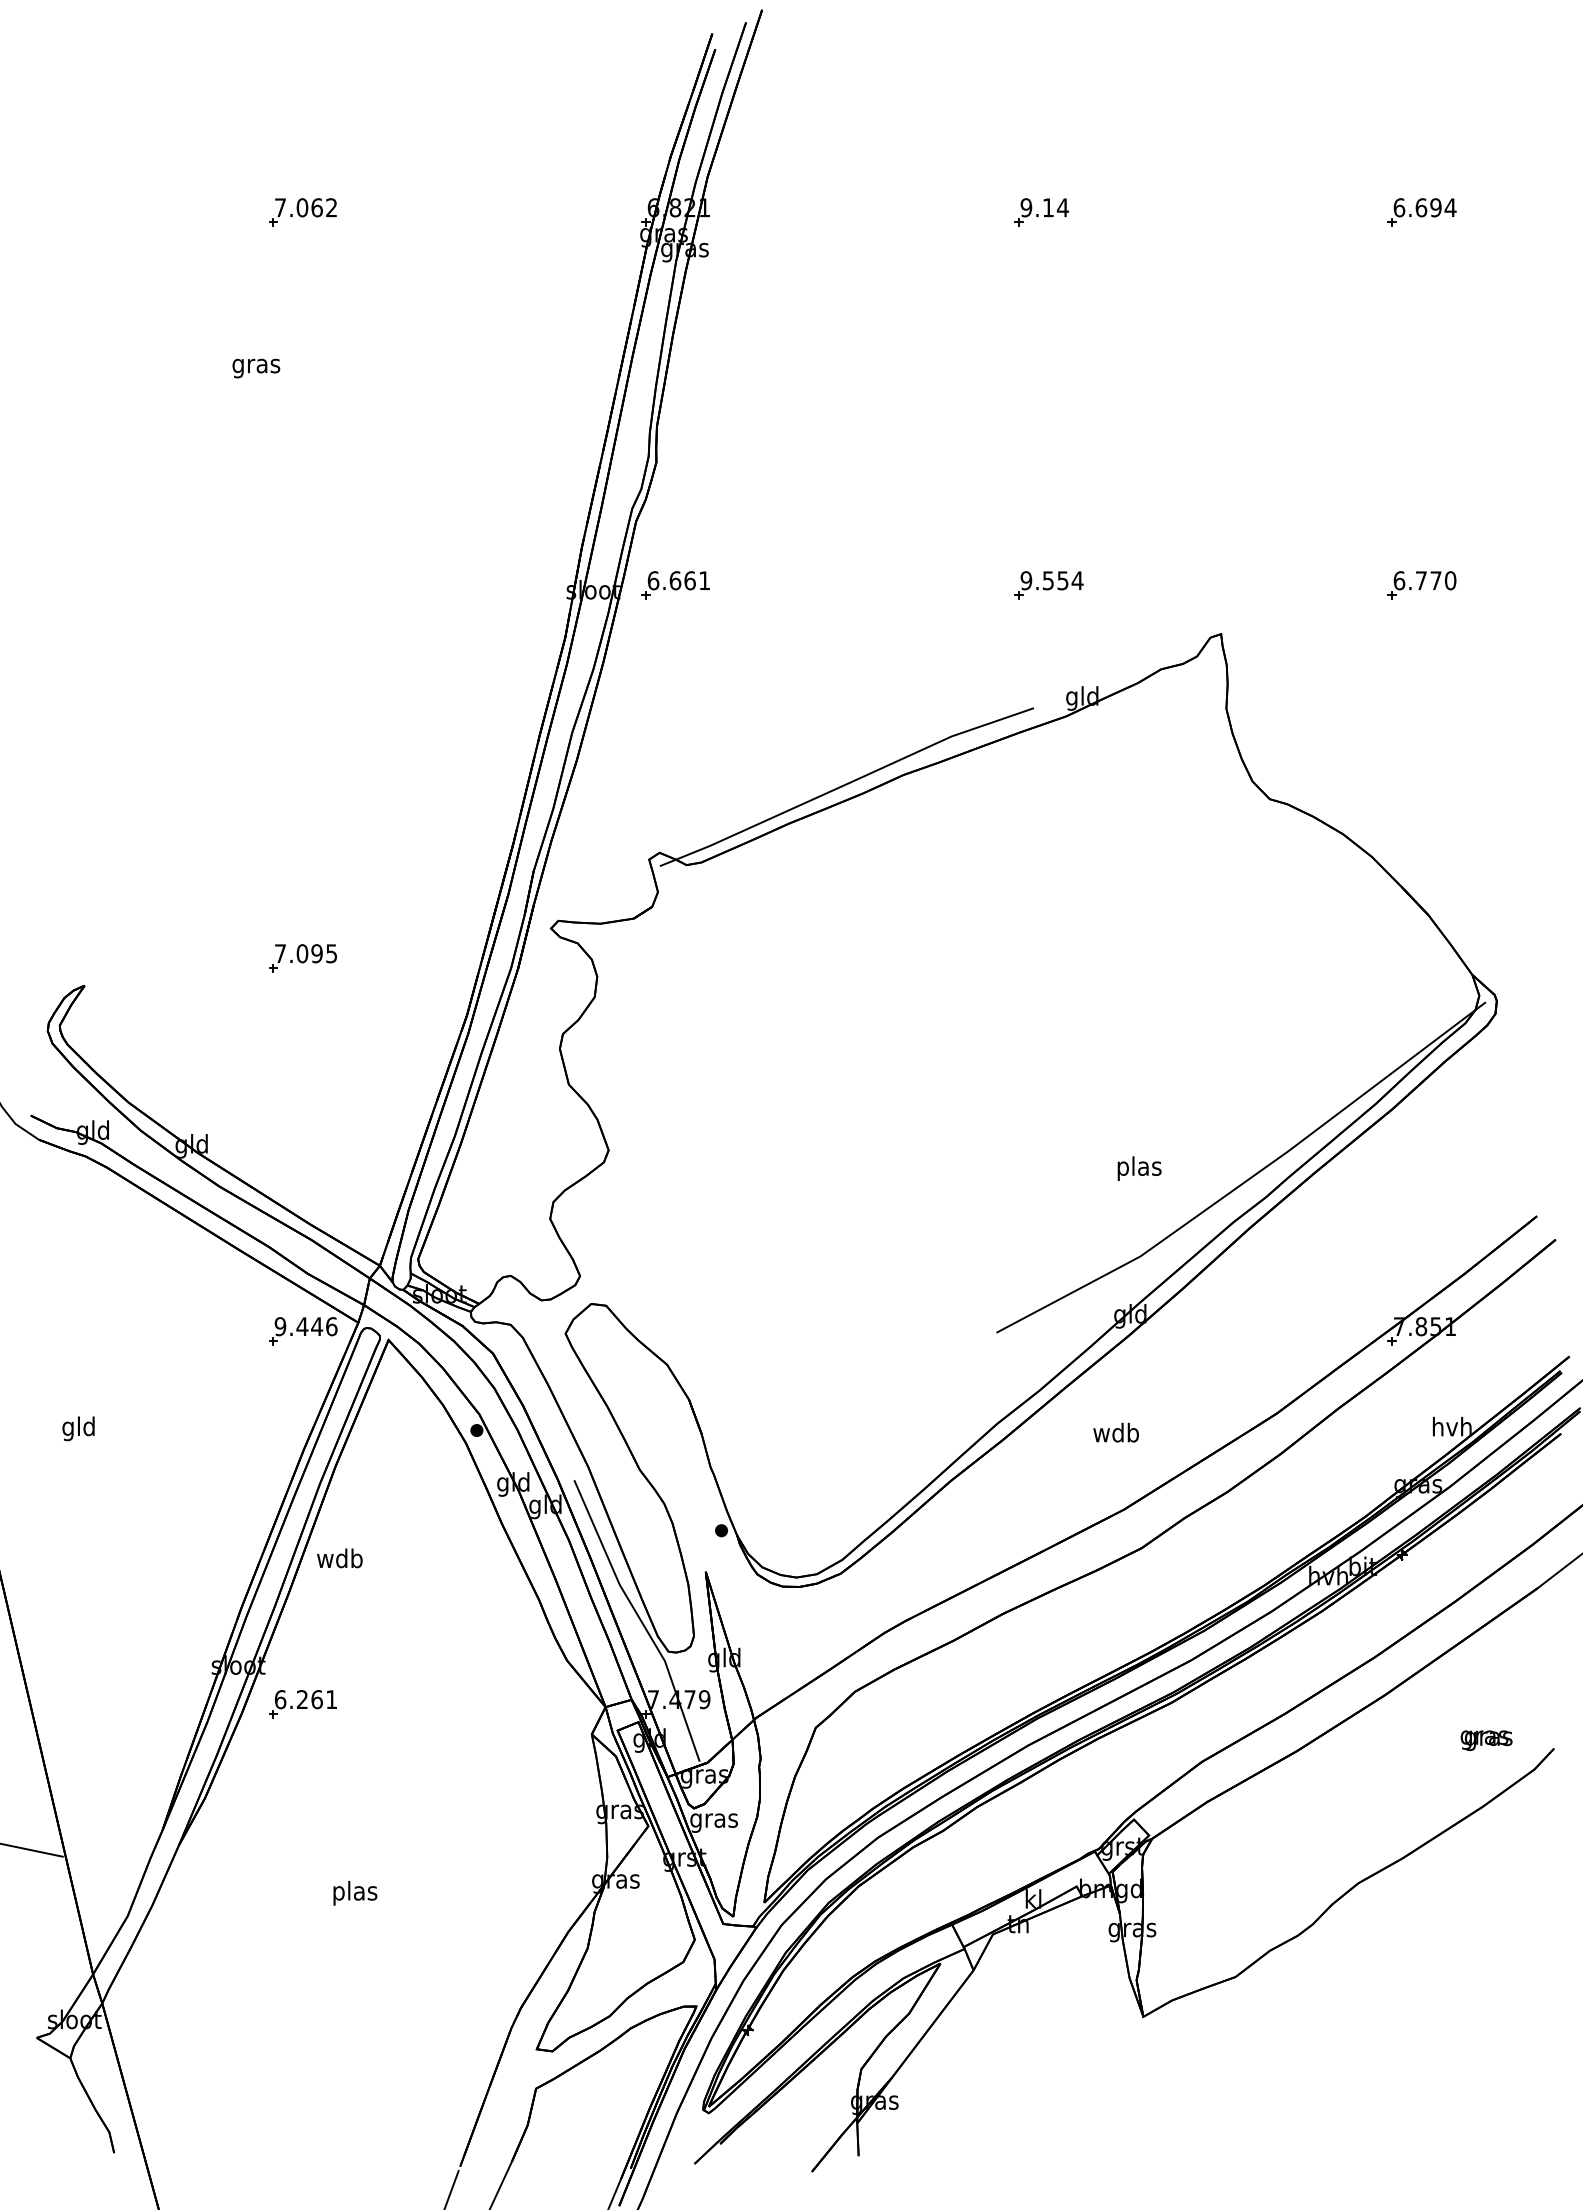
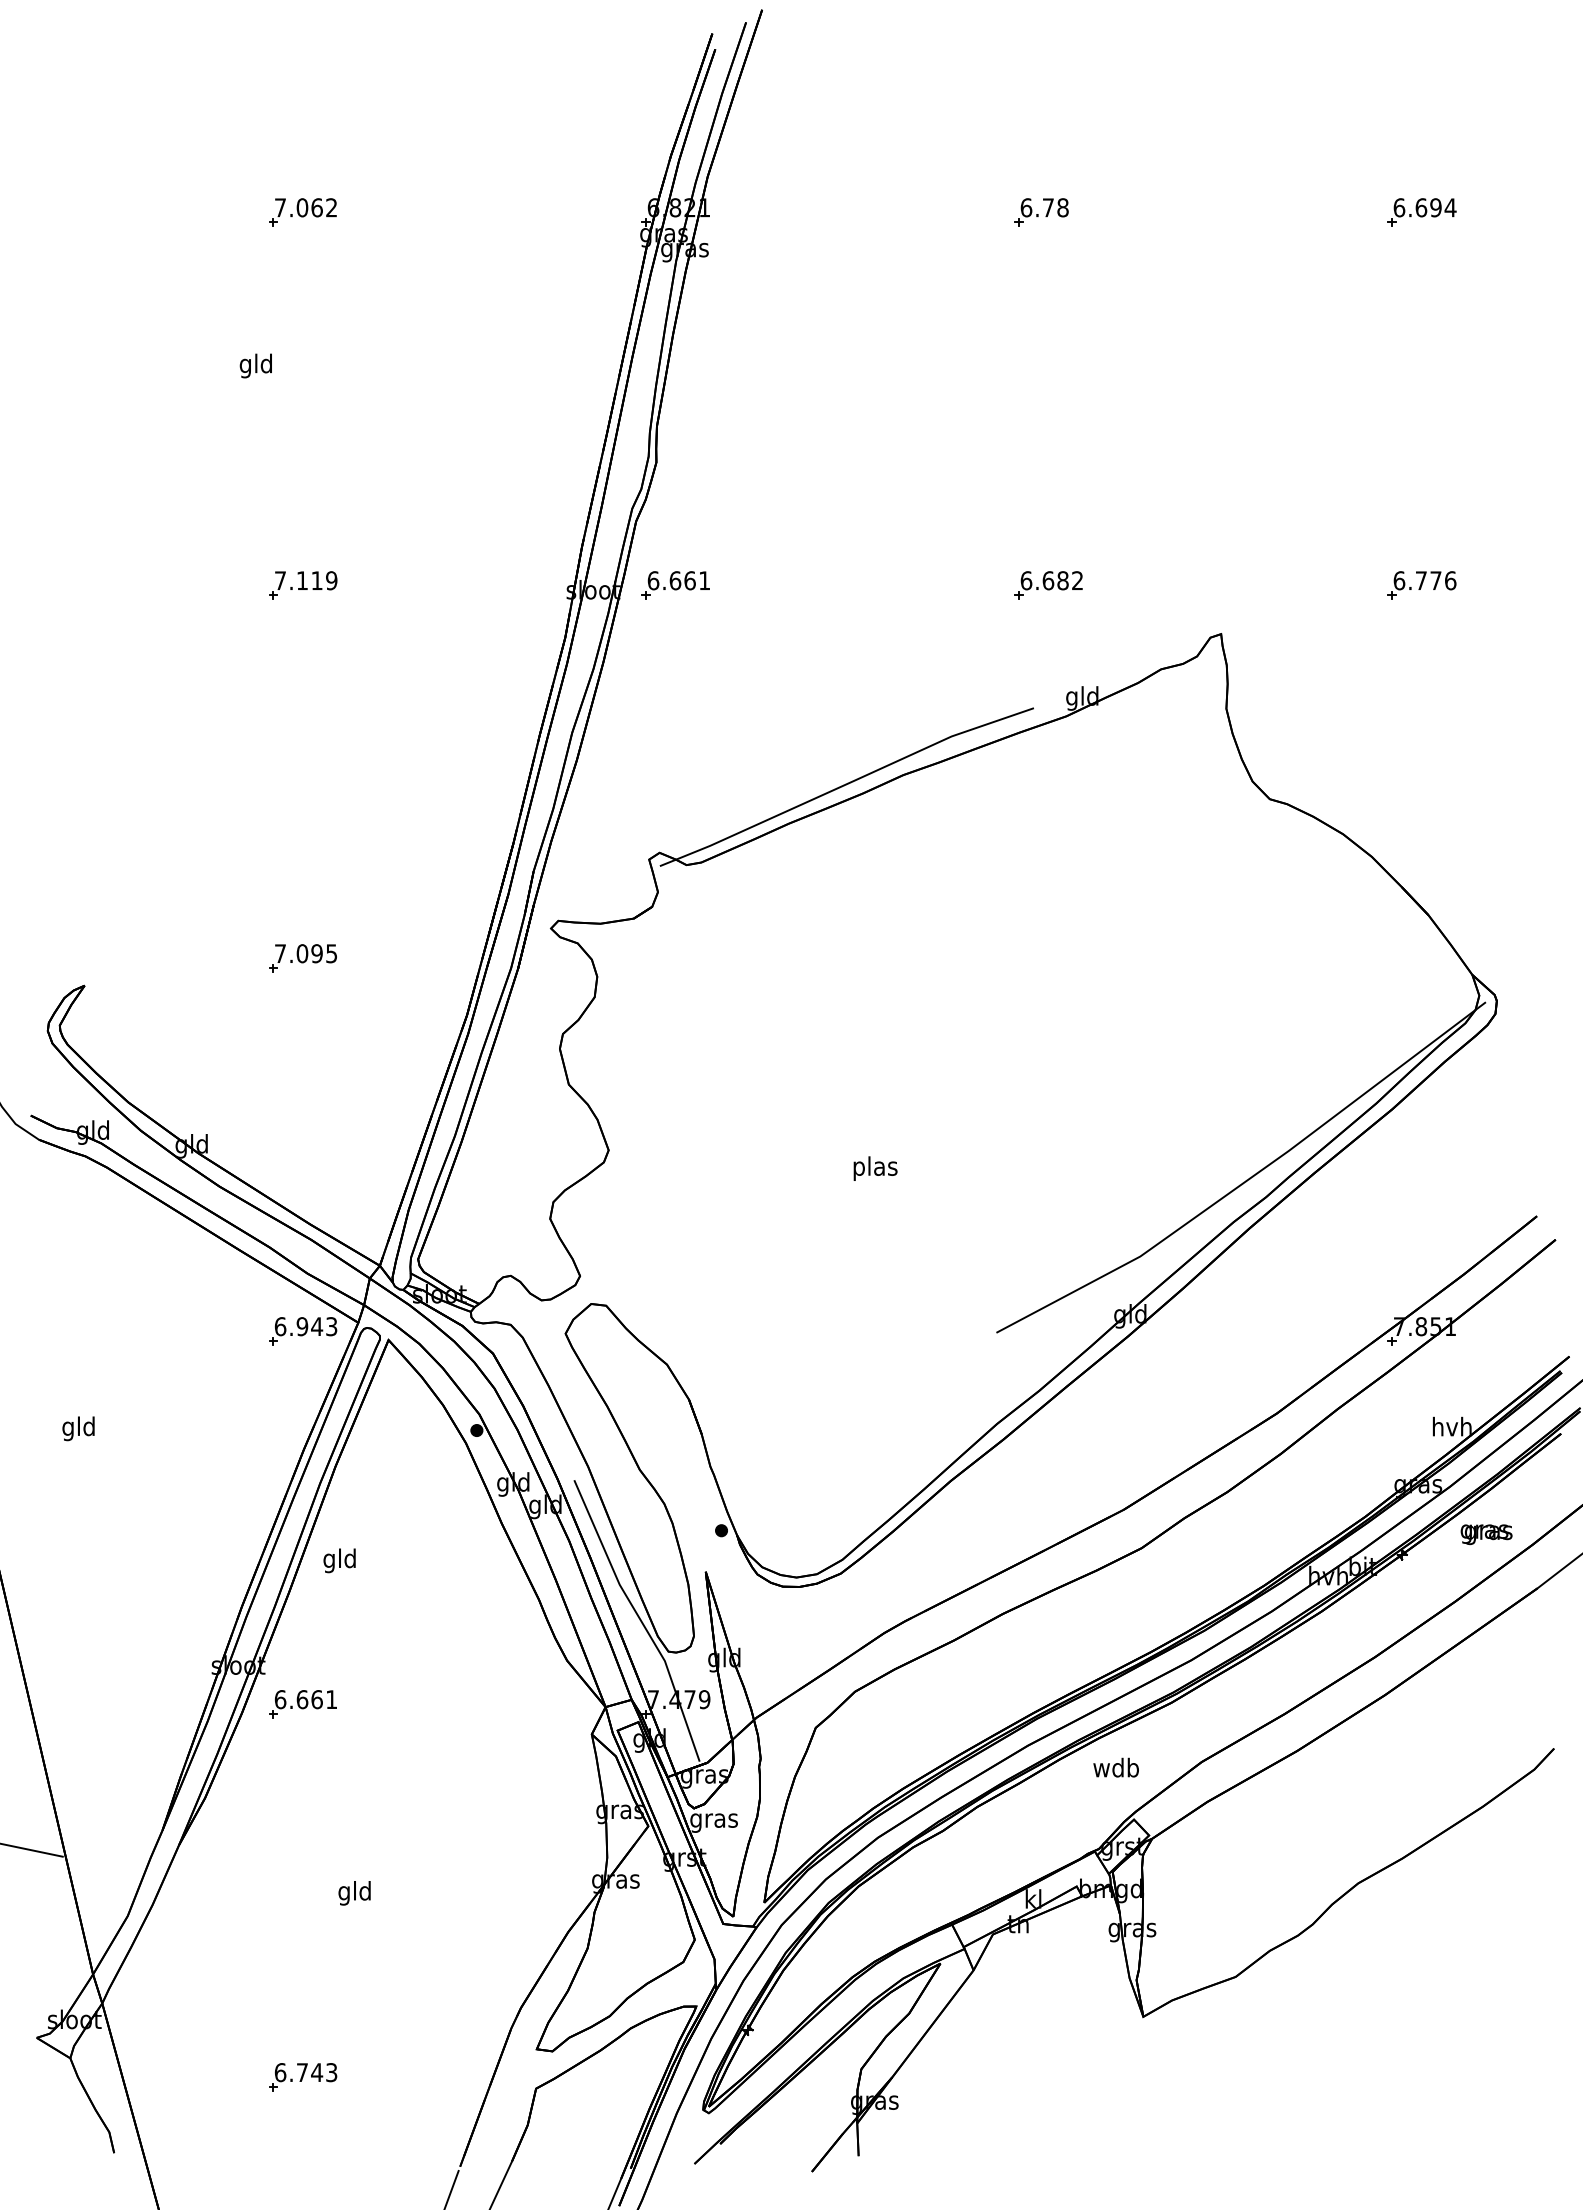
text at (1044, 207): 9.14 -> 6.78
text at (256, 365): gras -> gld
text at (1051, 580): 9.554 -> 6.682
text at (1450, 580): 6.770 -> 6.776
part at (303, 585): none -> present
text at (1139, 1168) position: (1139, 1168) -> (875, 1168)
text at (305, 1326): 9.446 -> 6.943
text at (1115, 1432) position: (1115, 1432) -> (1115, 1767)
text at (339, 1560): wdb -> gld
text at (302, 1699): 6.261 -> 6.661
text at (1486, 1740) position: (1486, 1740) -> (1486, 1534)
text at (355, 1893): plas -> gld
part at (303, 2077): none -> present
